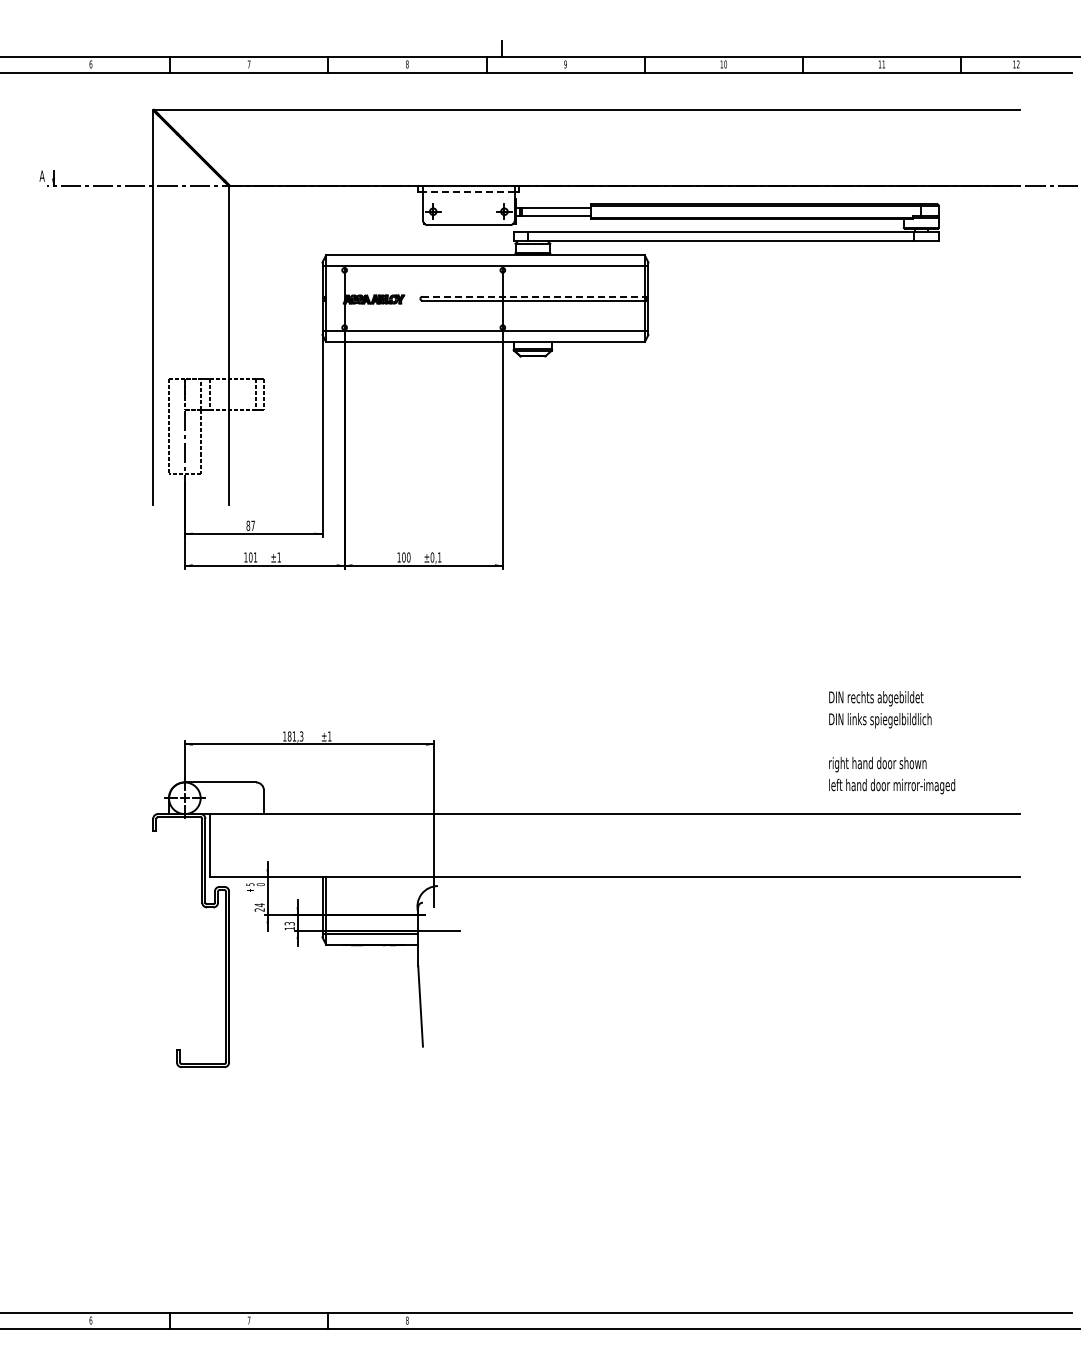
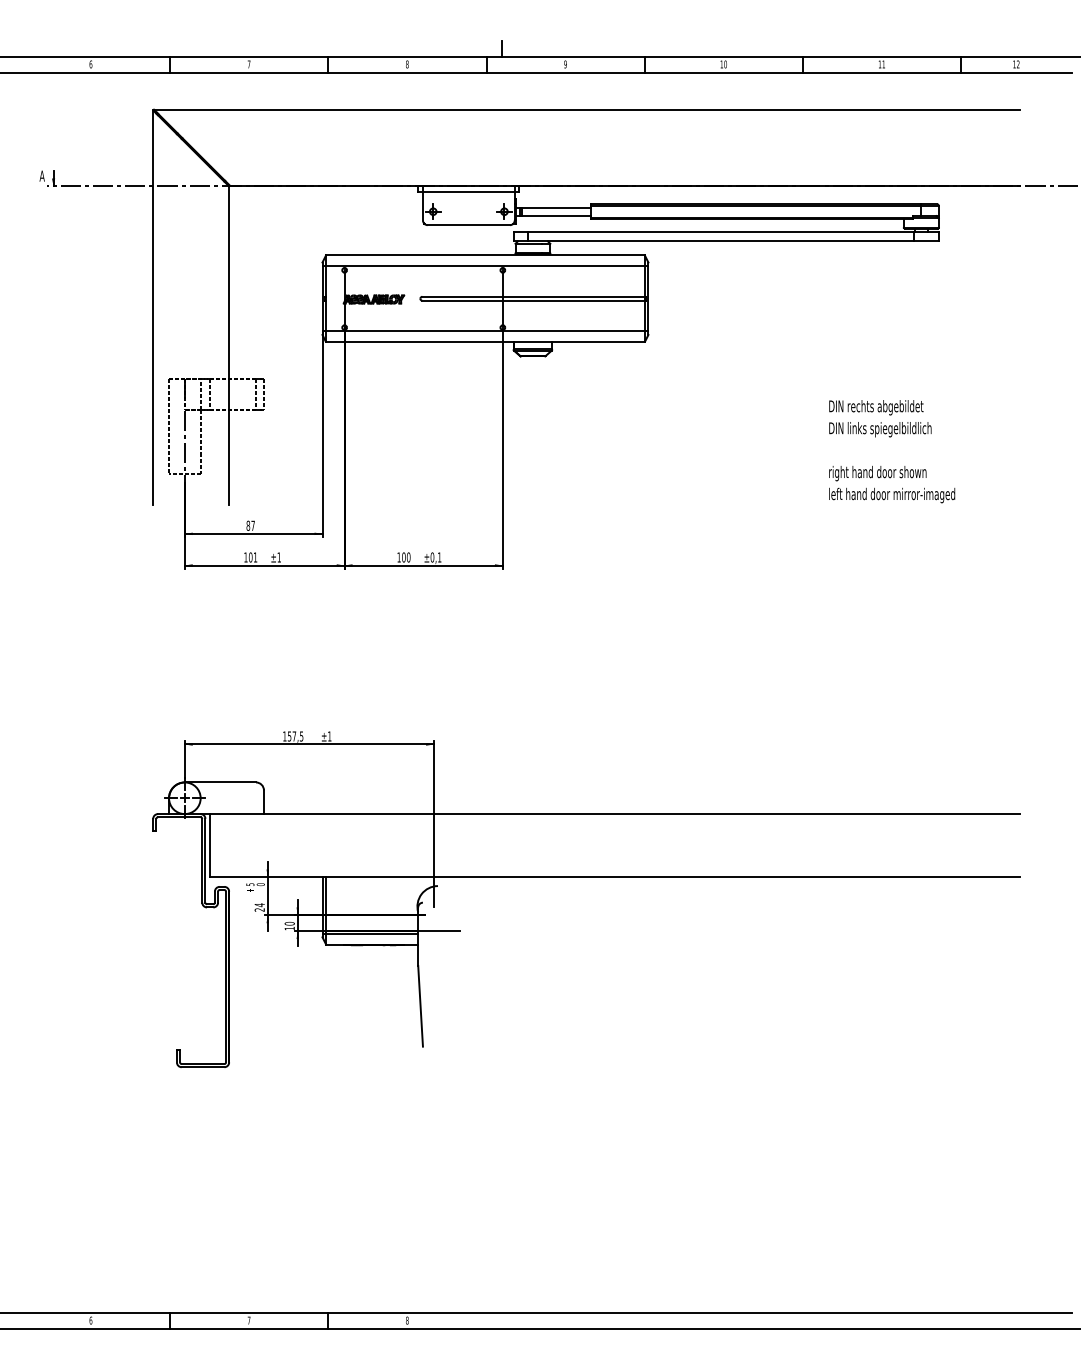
line at (468, 191): dashed -> solid
line at (534, 296): dashed -> solid
text at (295, 736): 181,3 -> 157,5
text at (892, 742) position: (892, 742) -> (892, 451)
text at (289, 923): 13 -> 10
